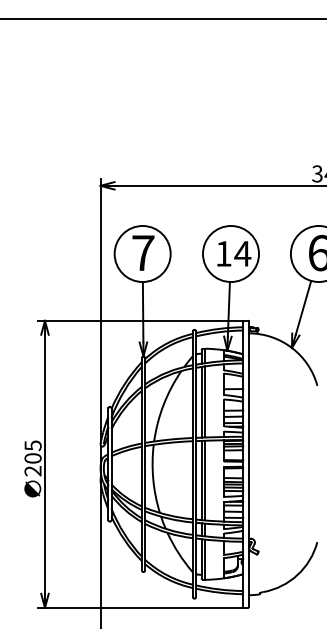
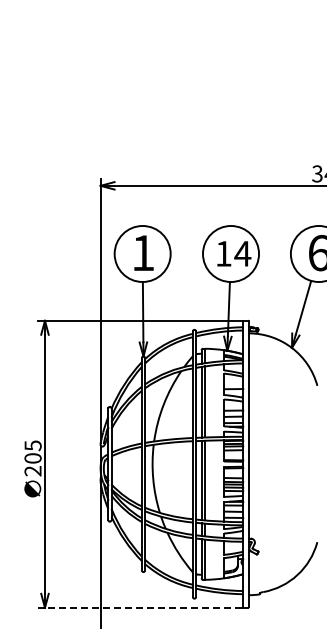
line at (162, 18): present -> none
text at (143, 252): 7 -> 1
line at (139, 607): solid -> dashed
